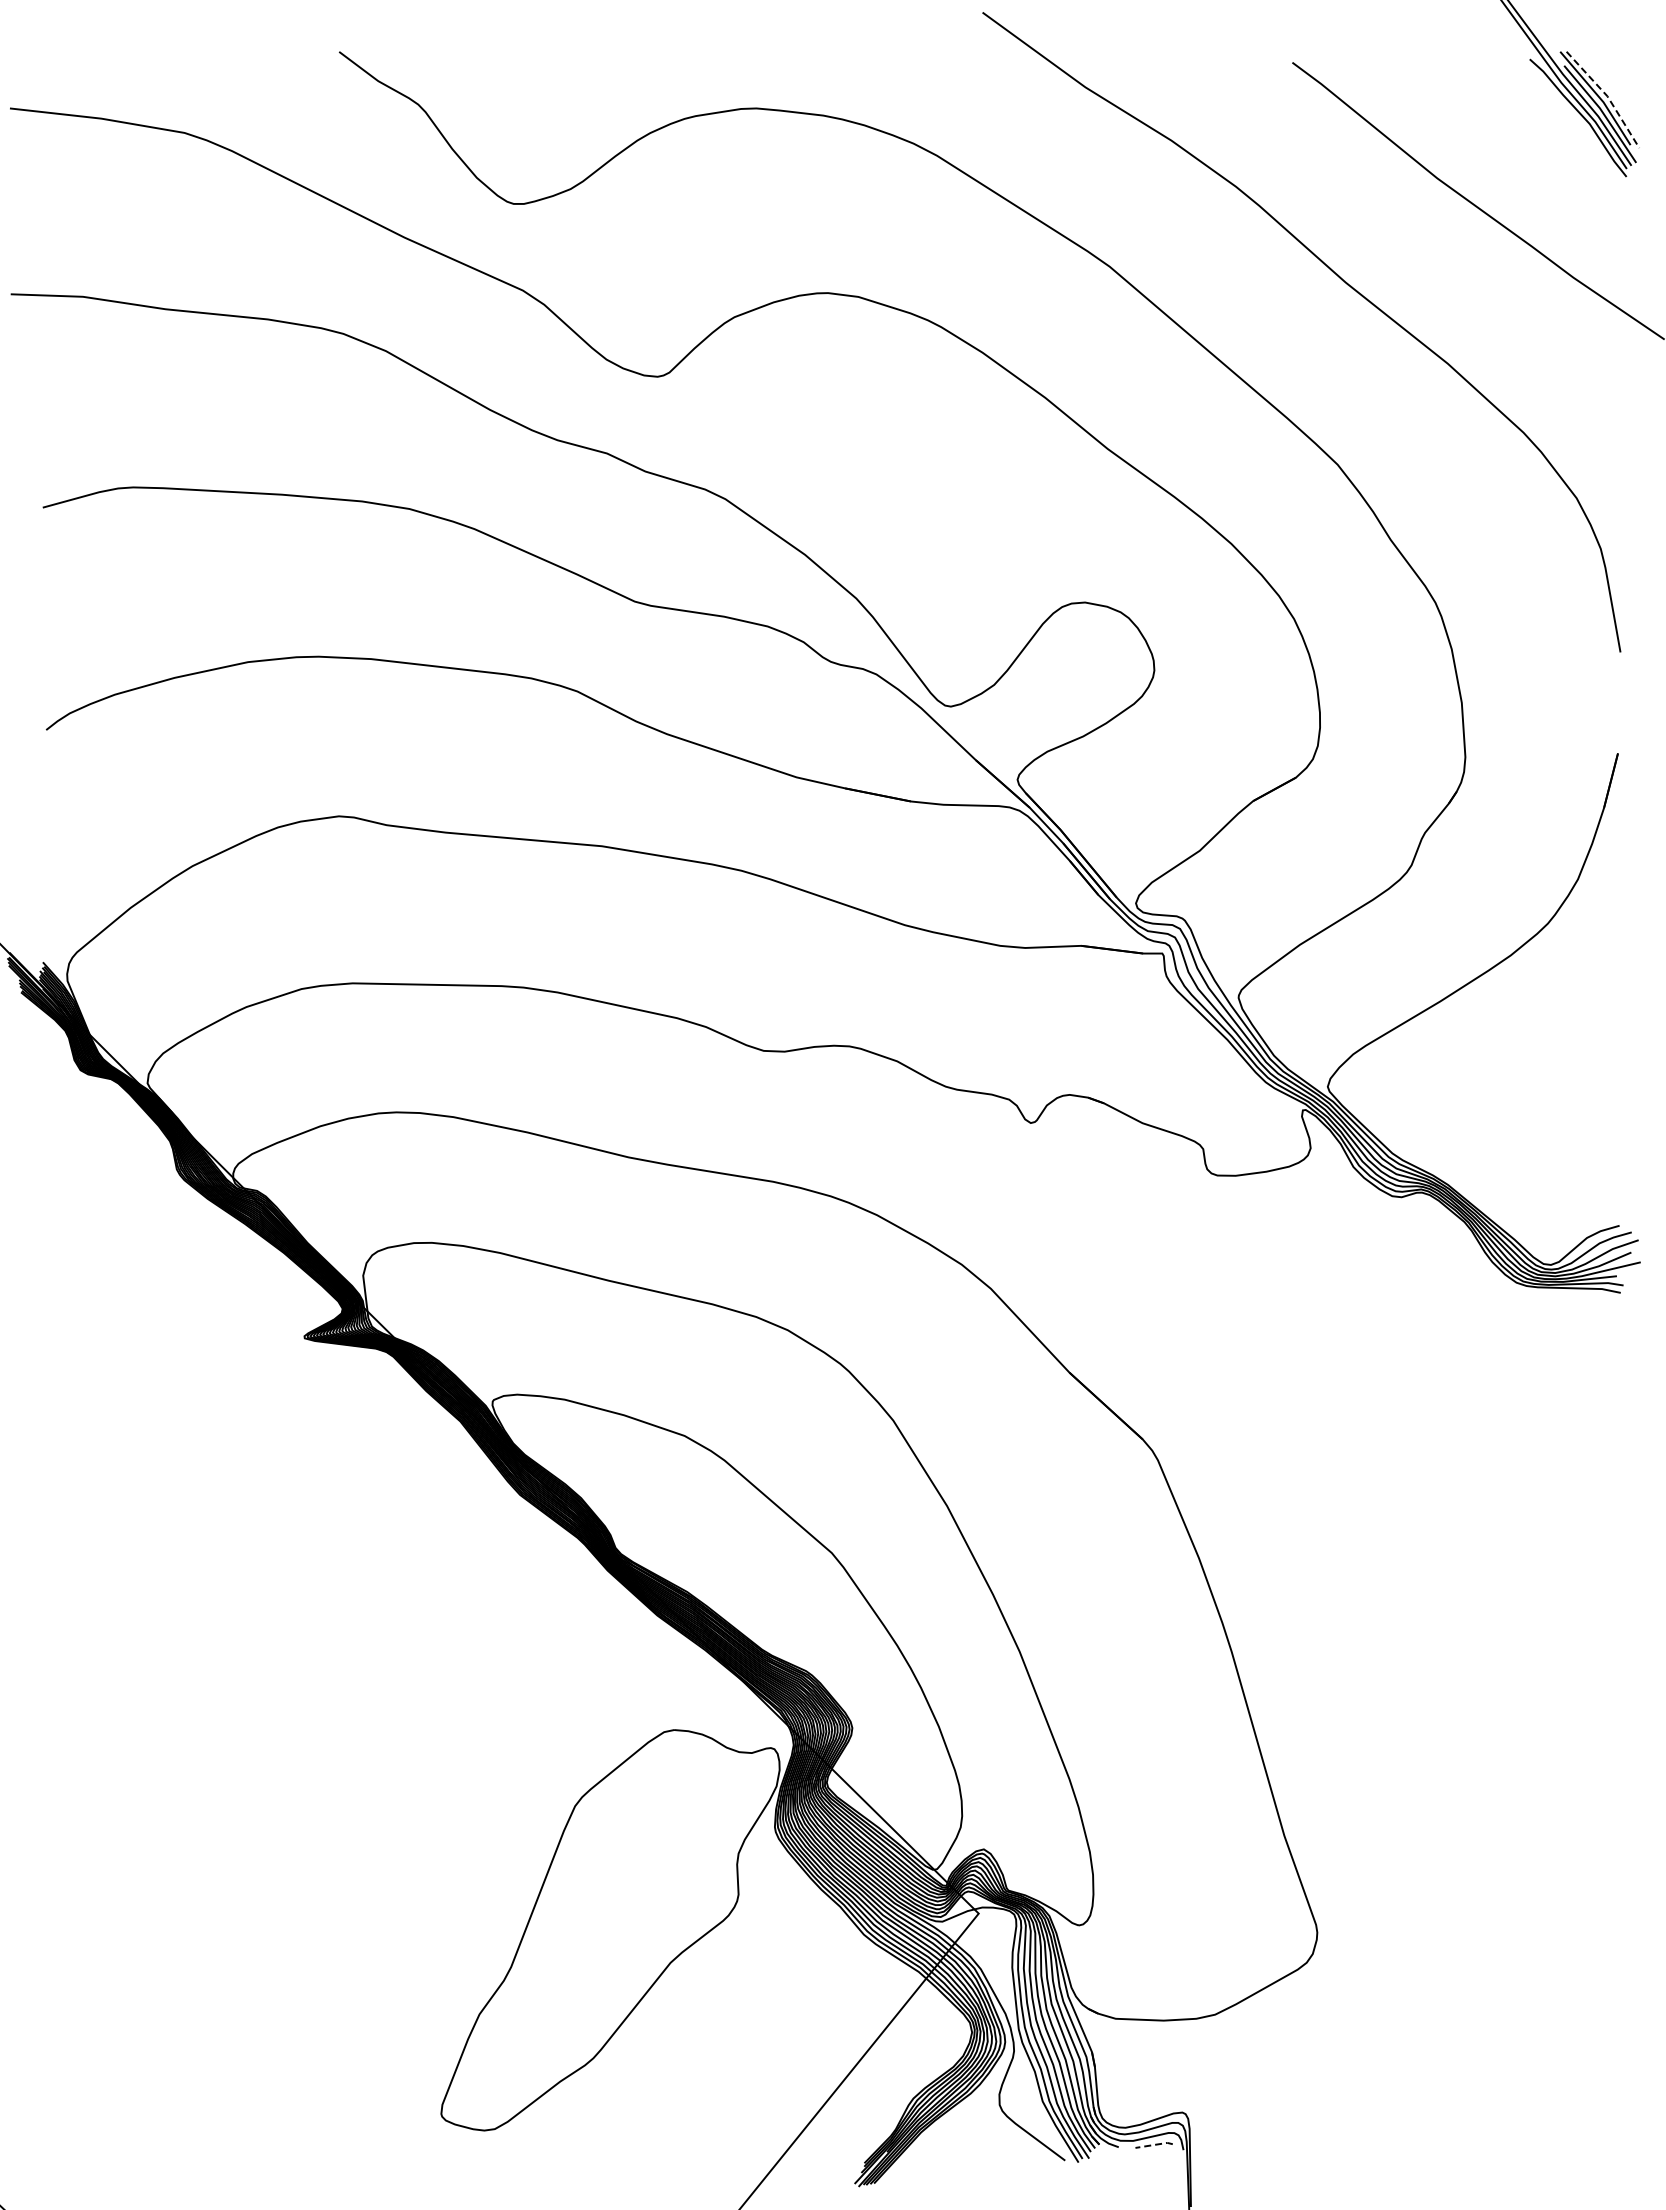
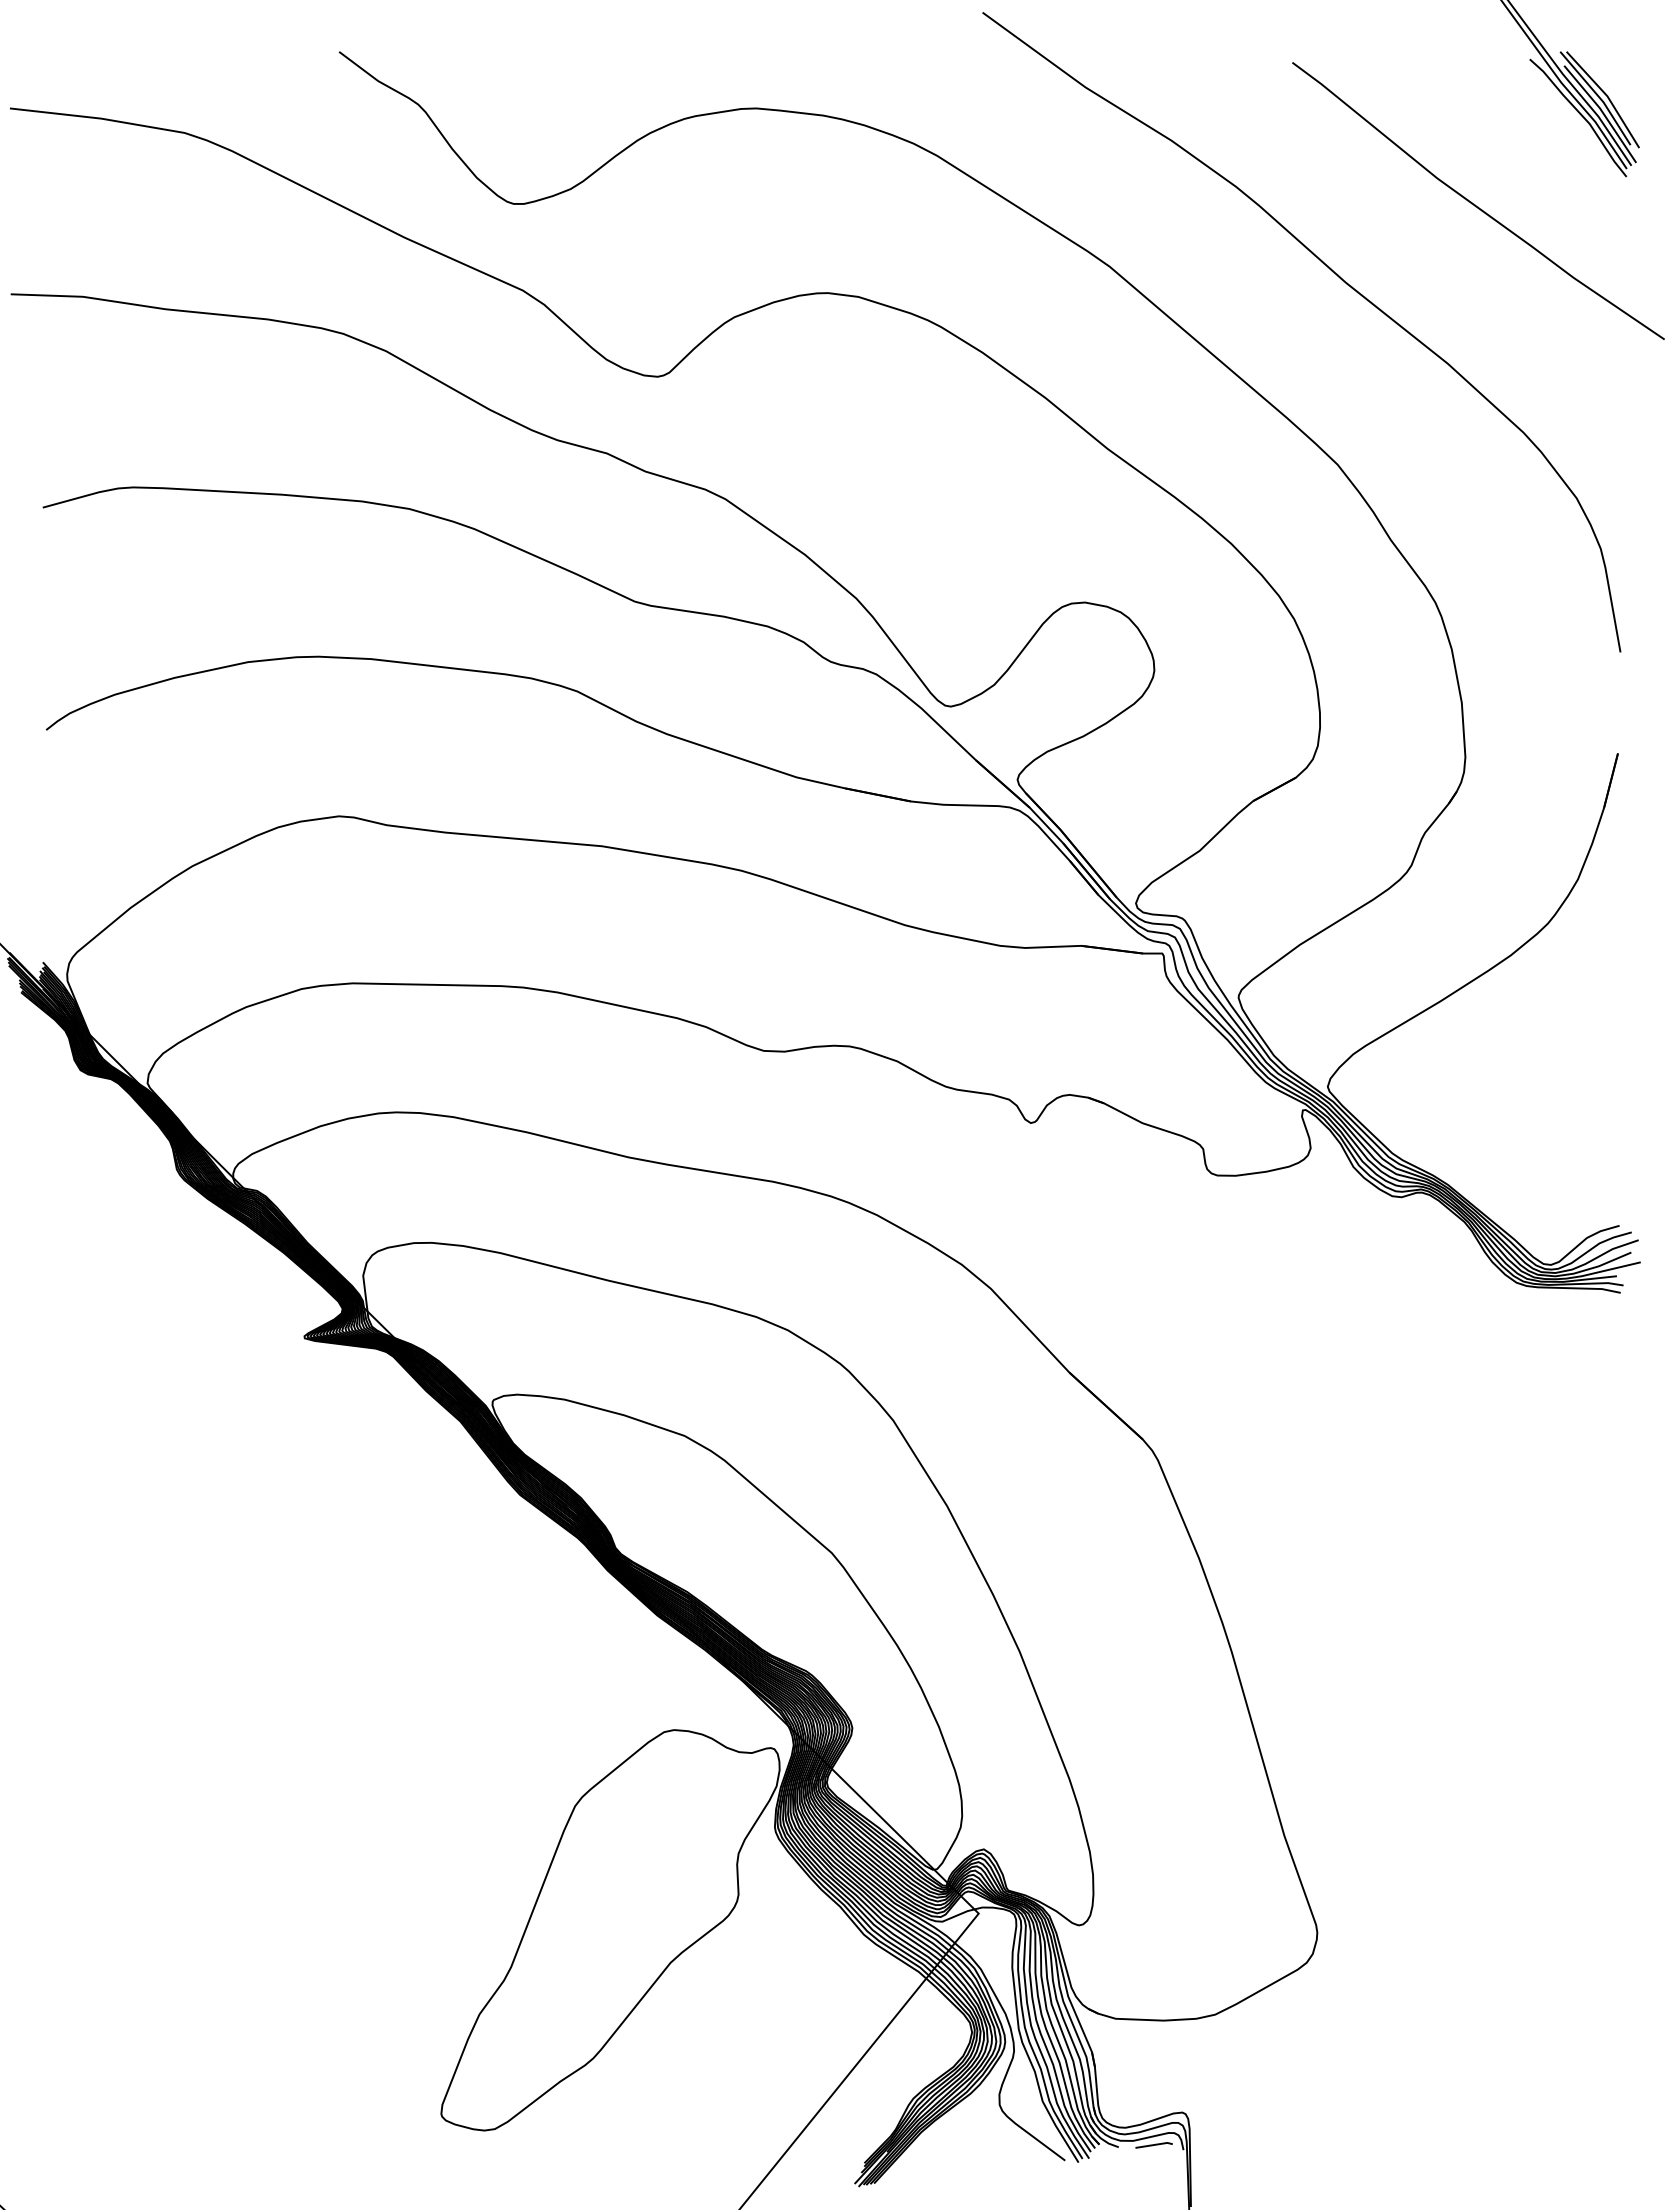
line at (1607, 96): dashed -> solid
line at (1154, 2144): dashed -> solid
